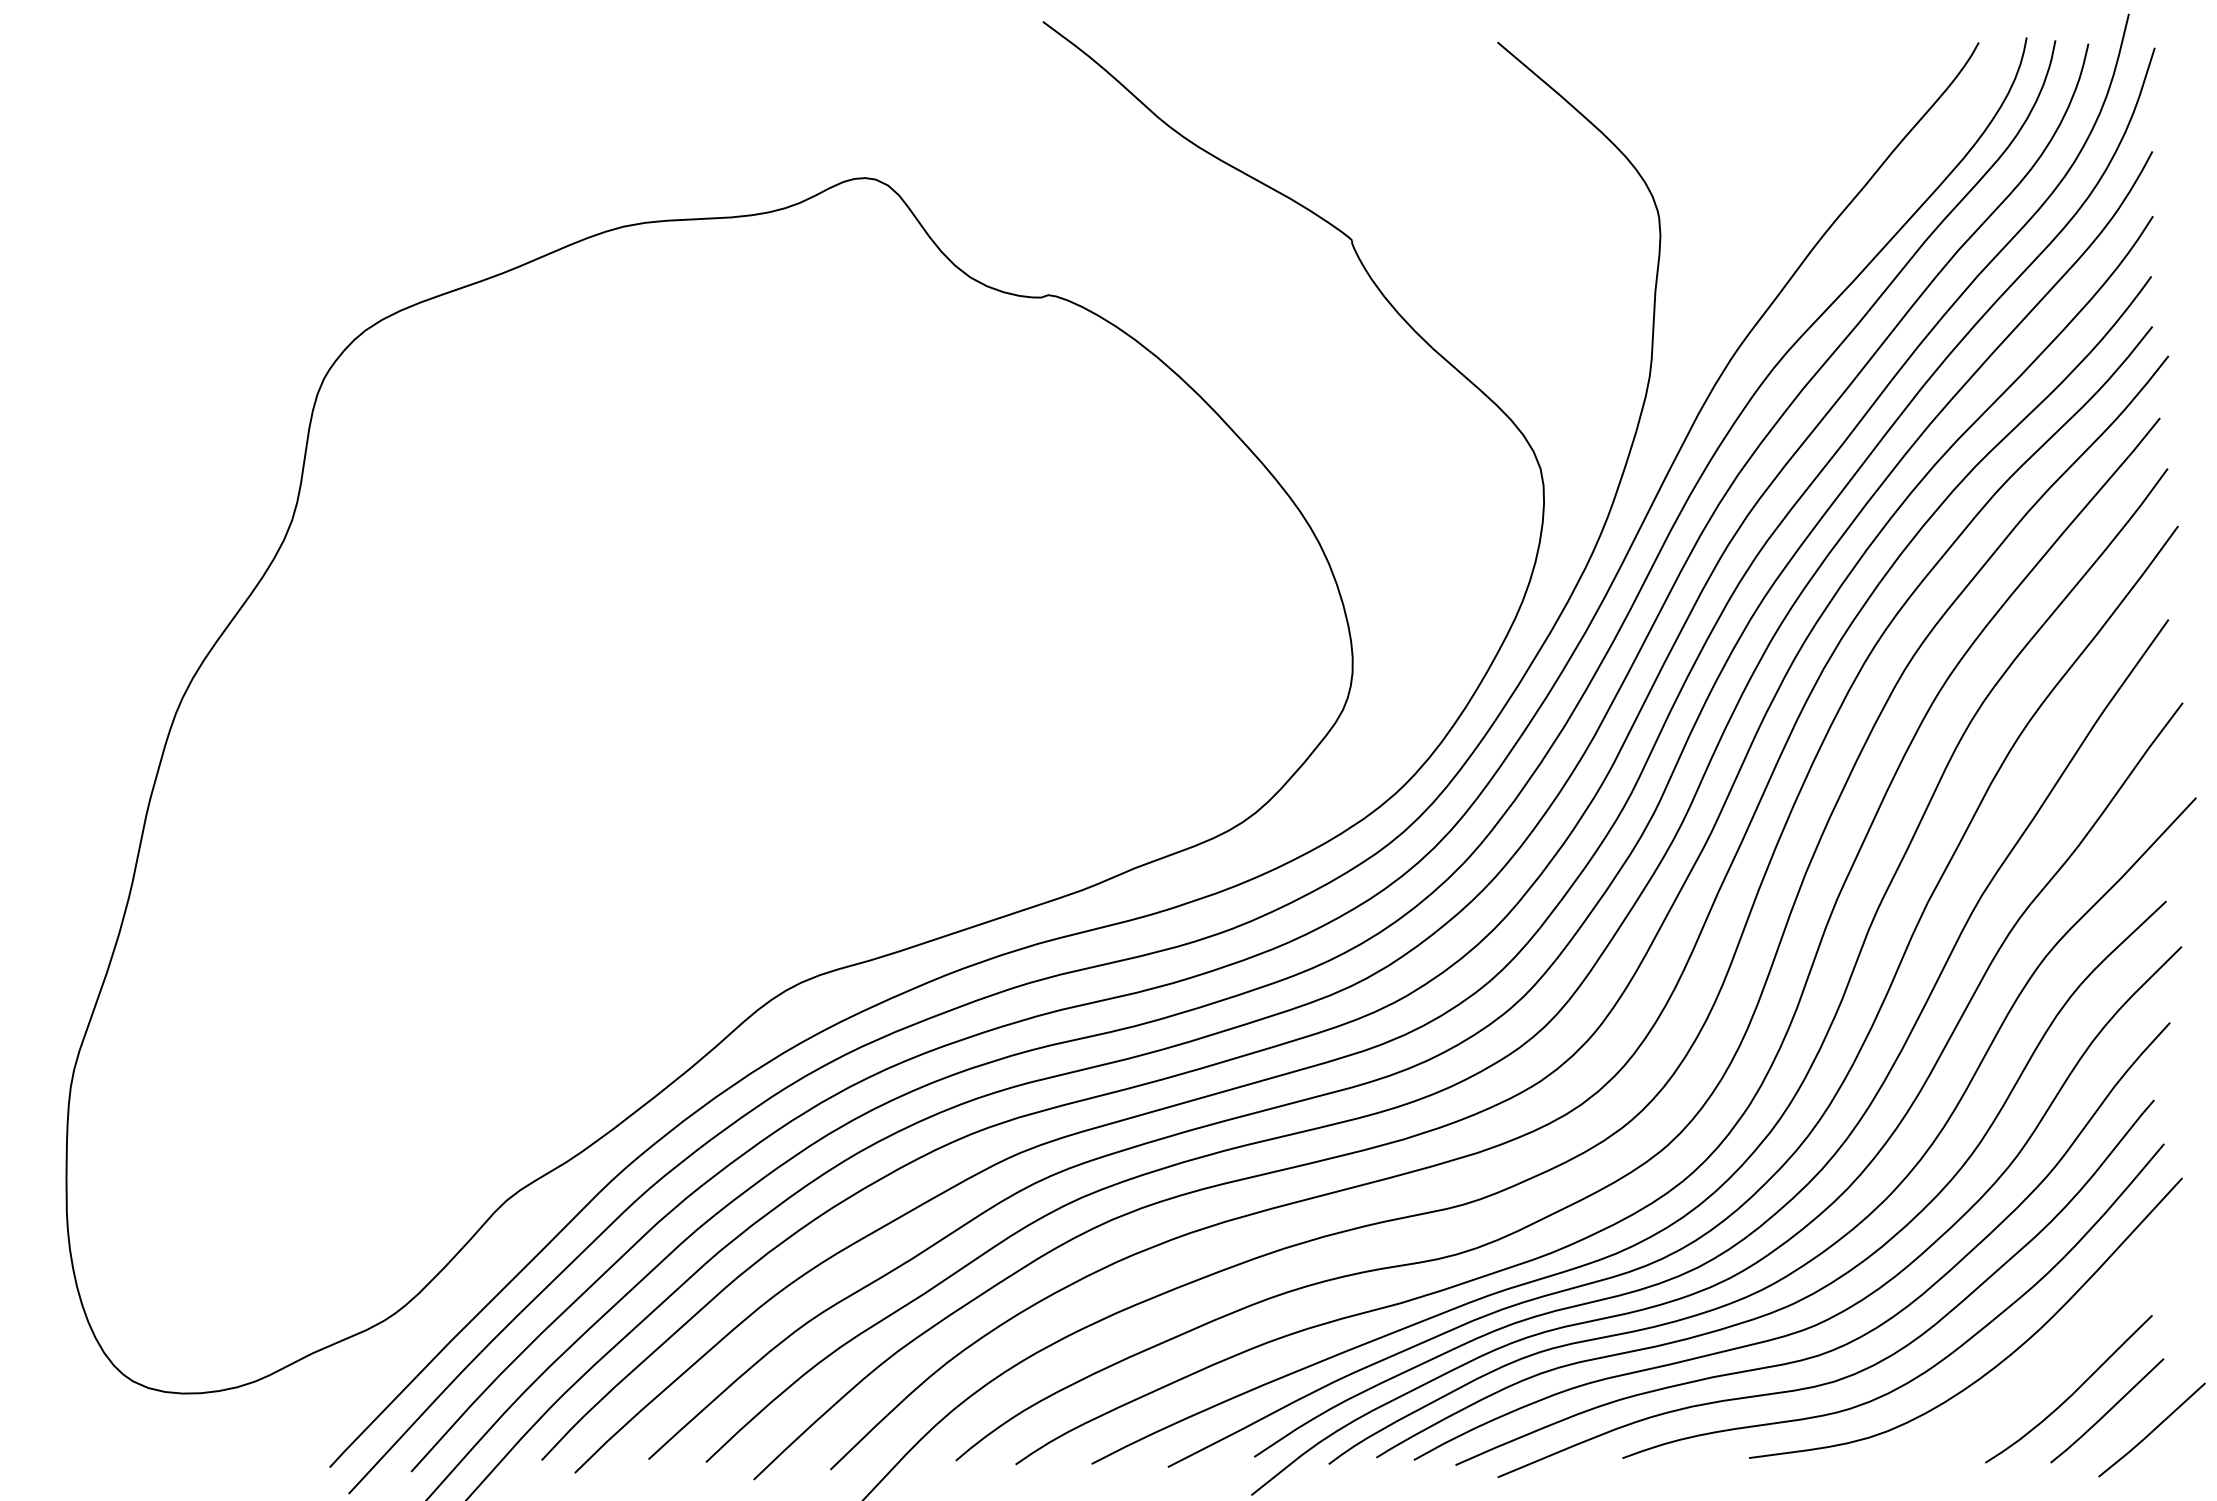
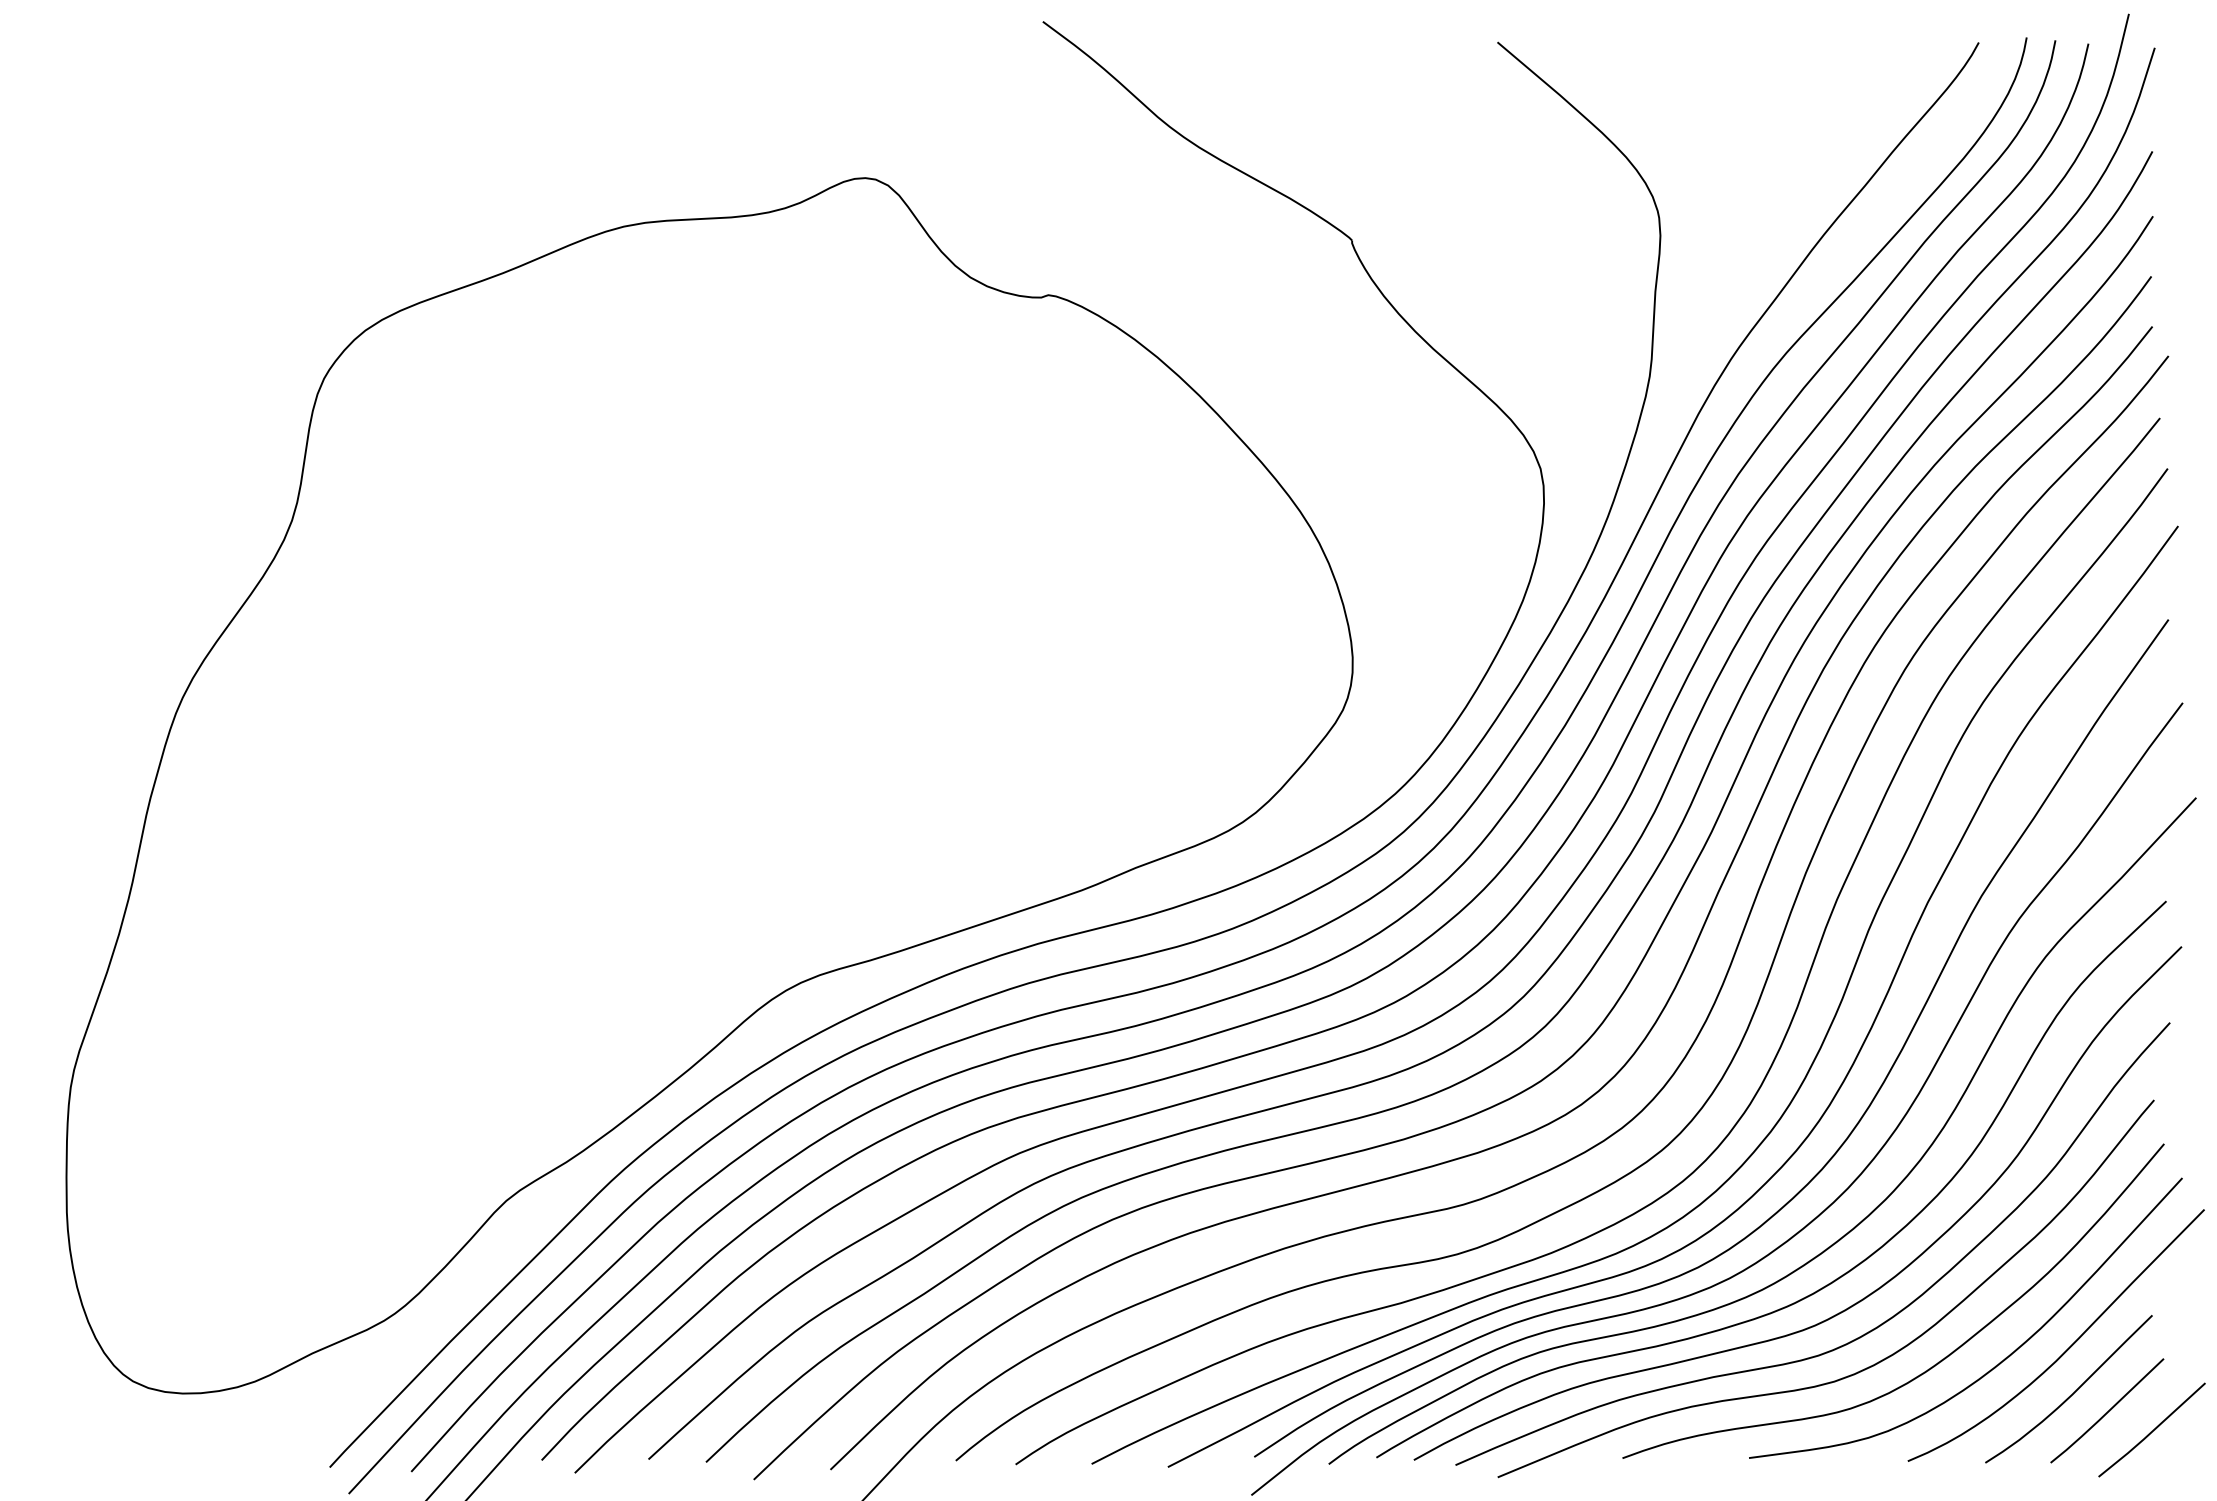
curve at (2068, 1347): none -> present
